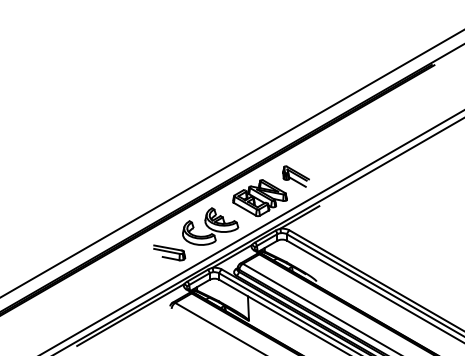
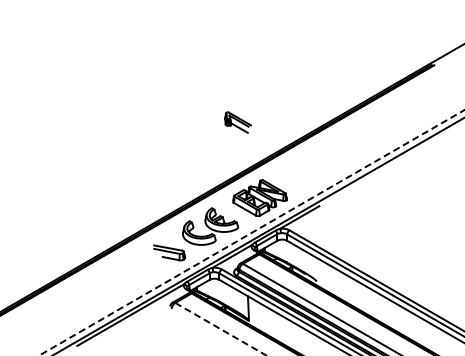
line at (231, 163): present -> none
part at (295, 176) position: (295, 176) -> (237, 122)
line at (252, 232): solid -> dashed
line at (221, 329): solid -> dashed
